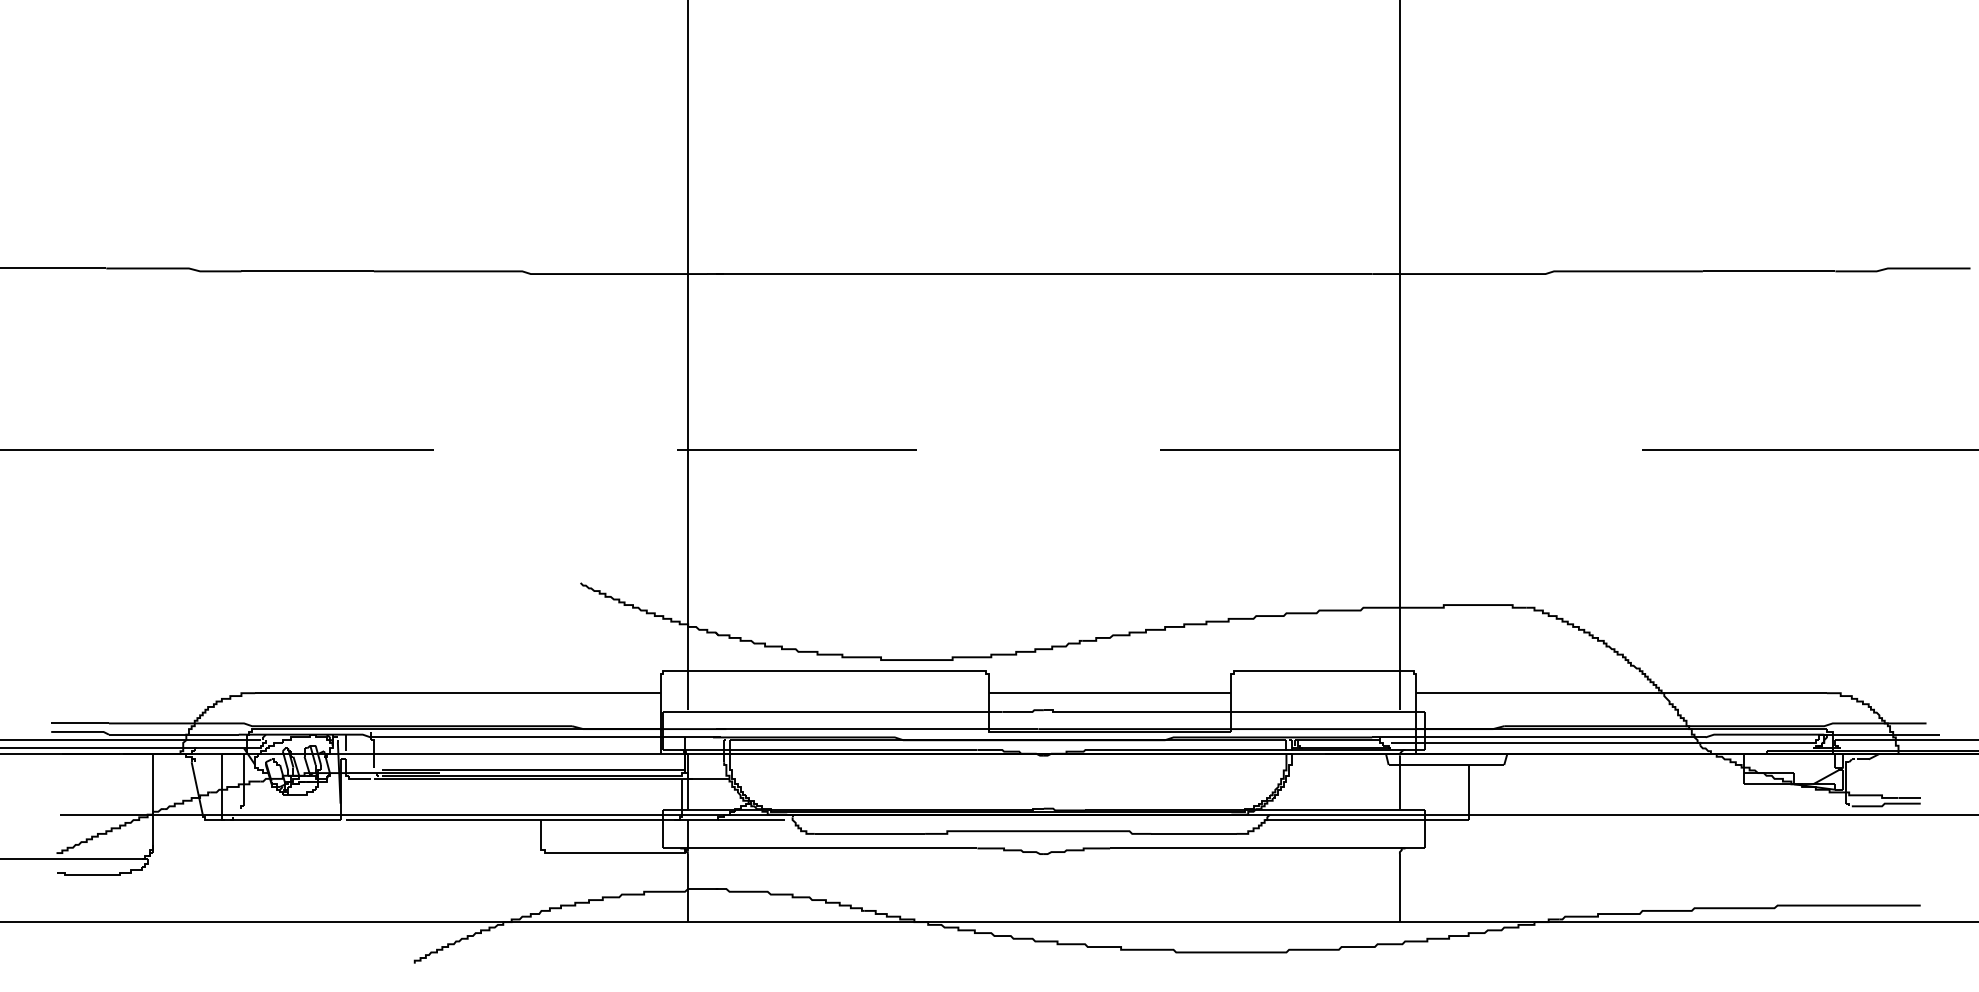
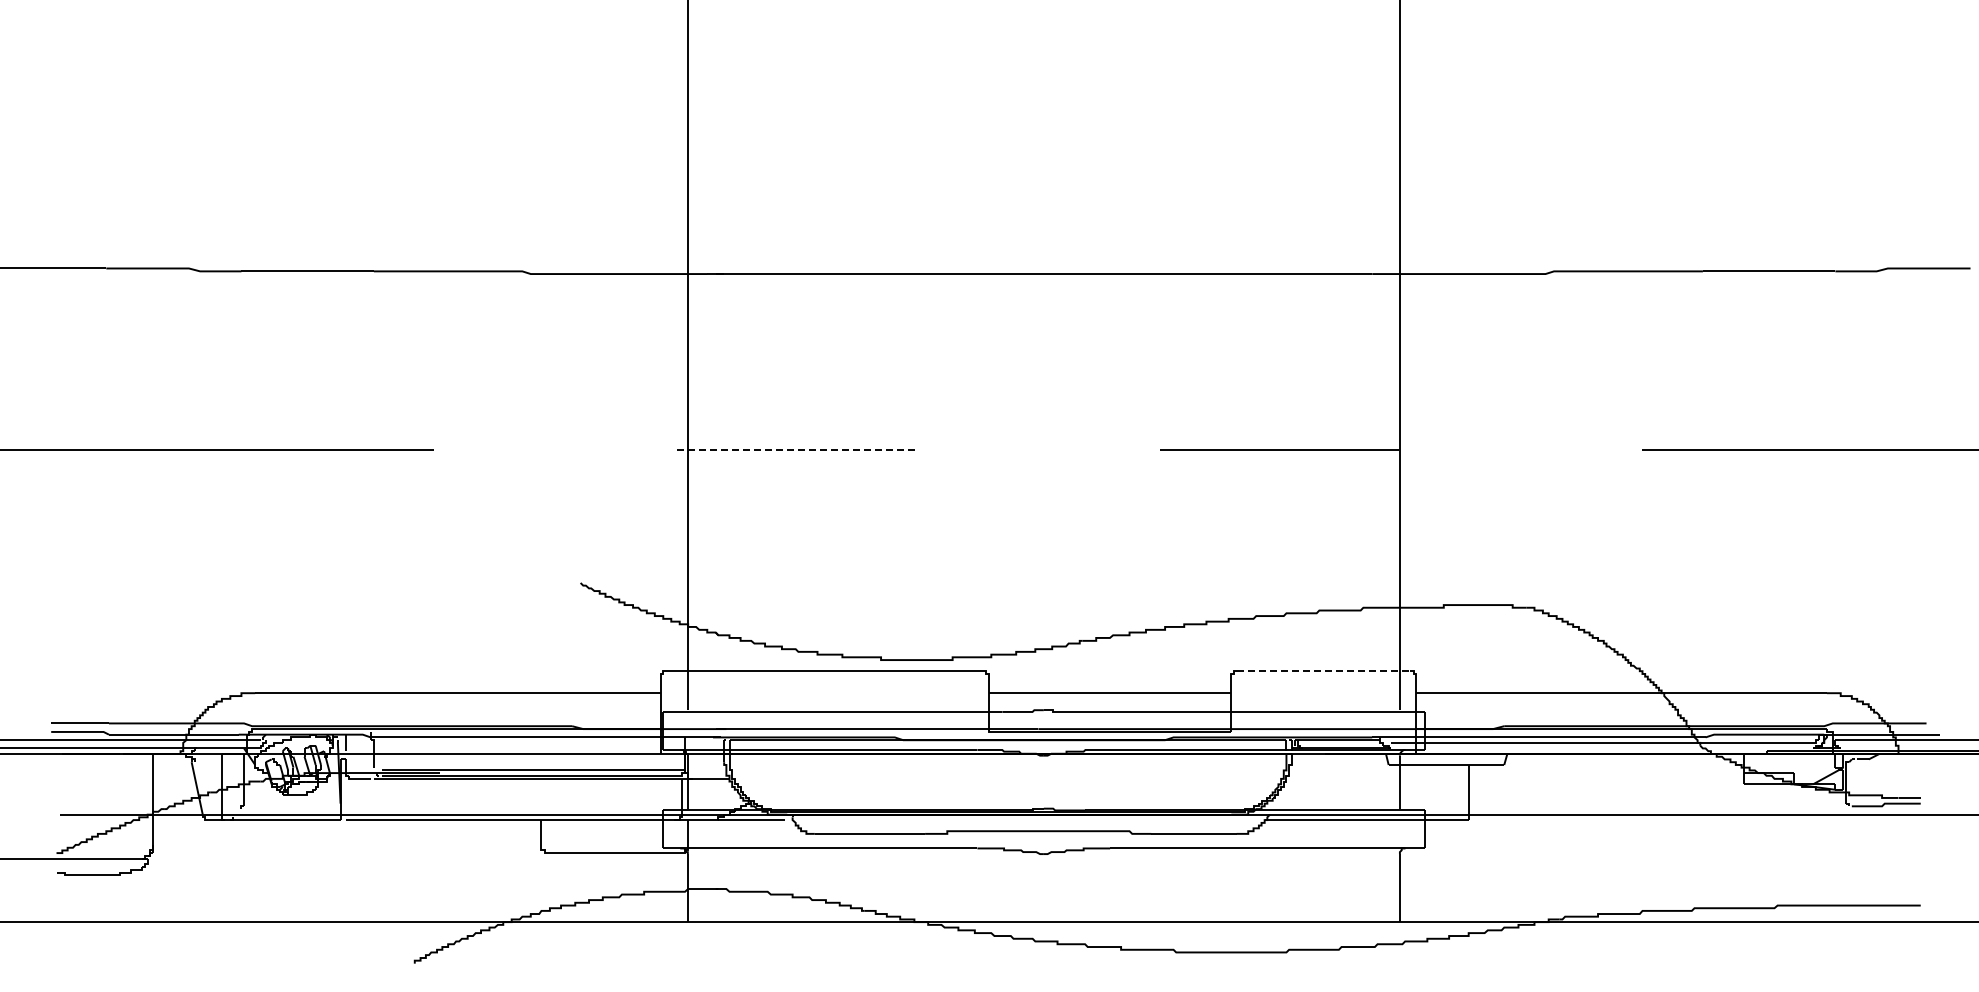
line at (797, 450): solid -> dashed
line at (1323, 671): solid -> dashed
